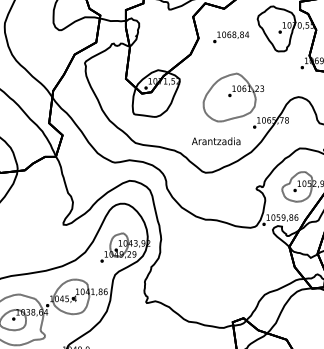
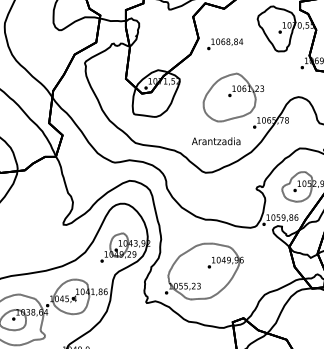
text at (231, 37) position: (231, 37) -> (225, 44)
part at (204, 271): none -> present
